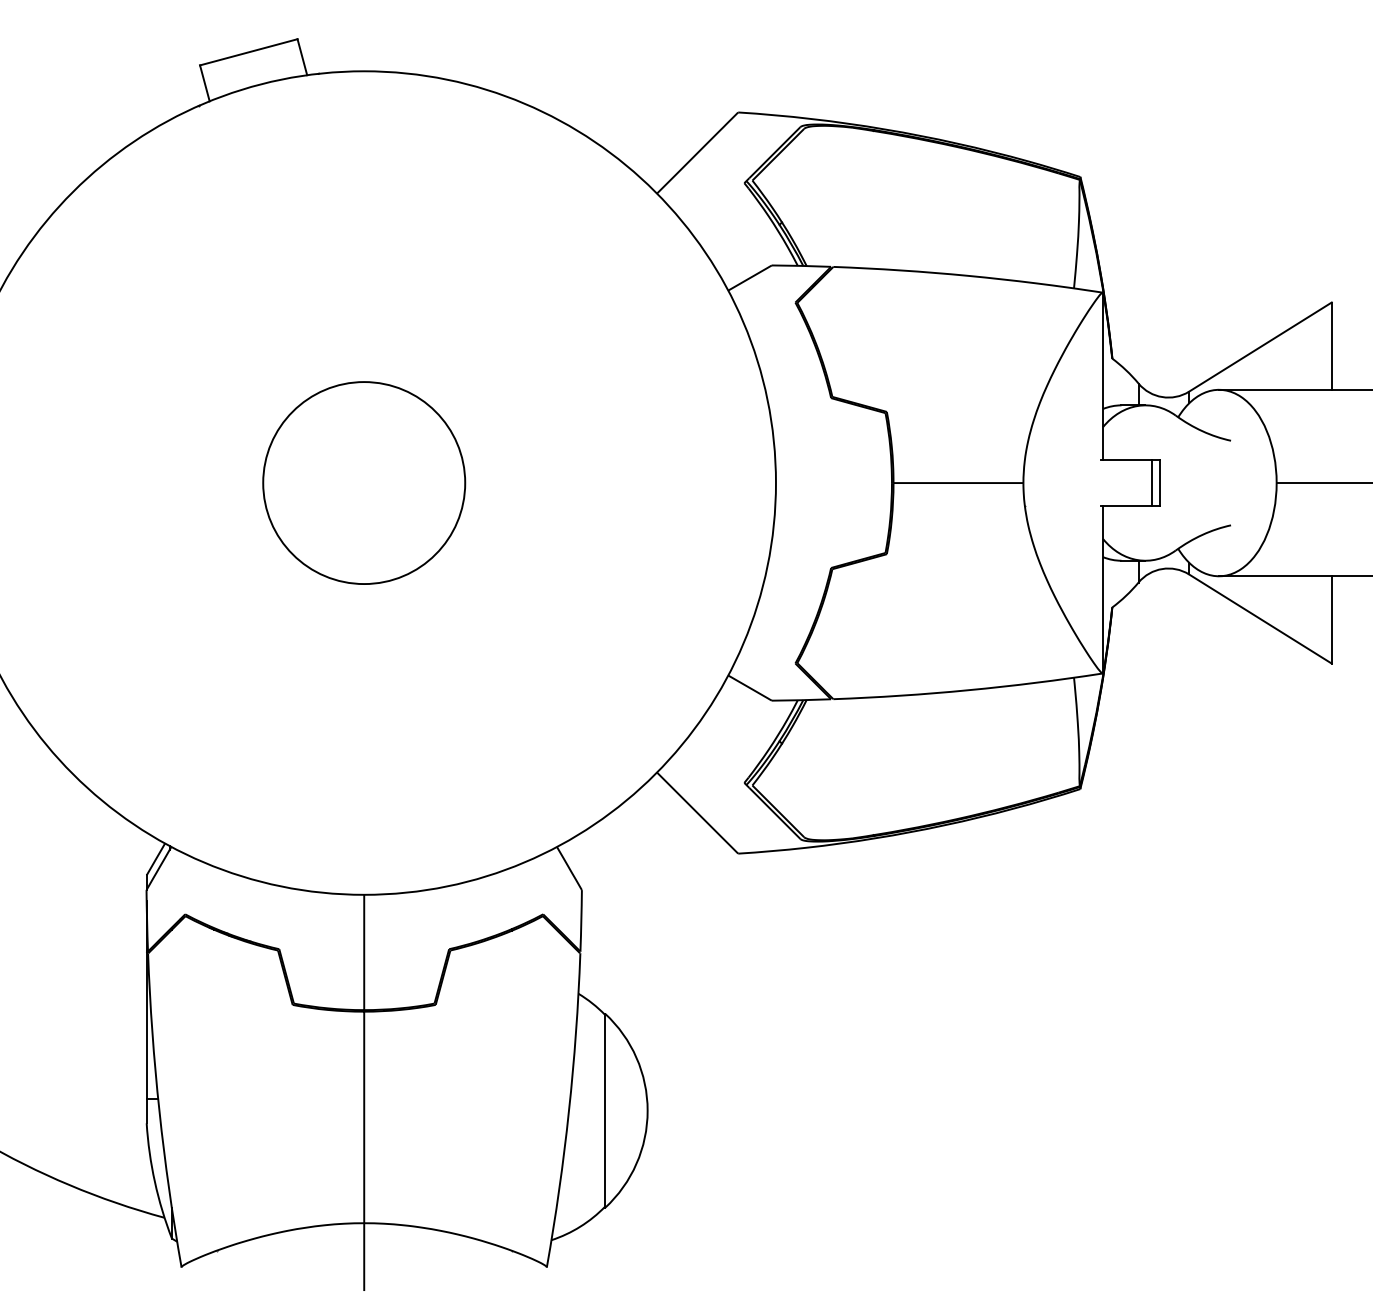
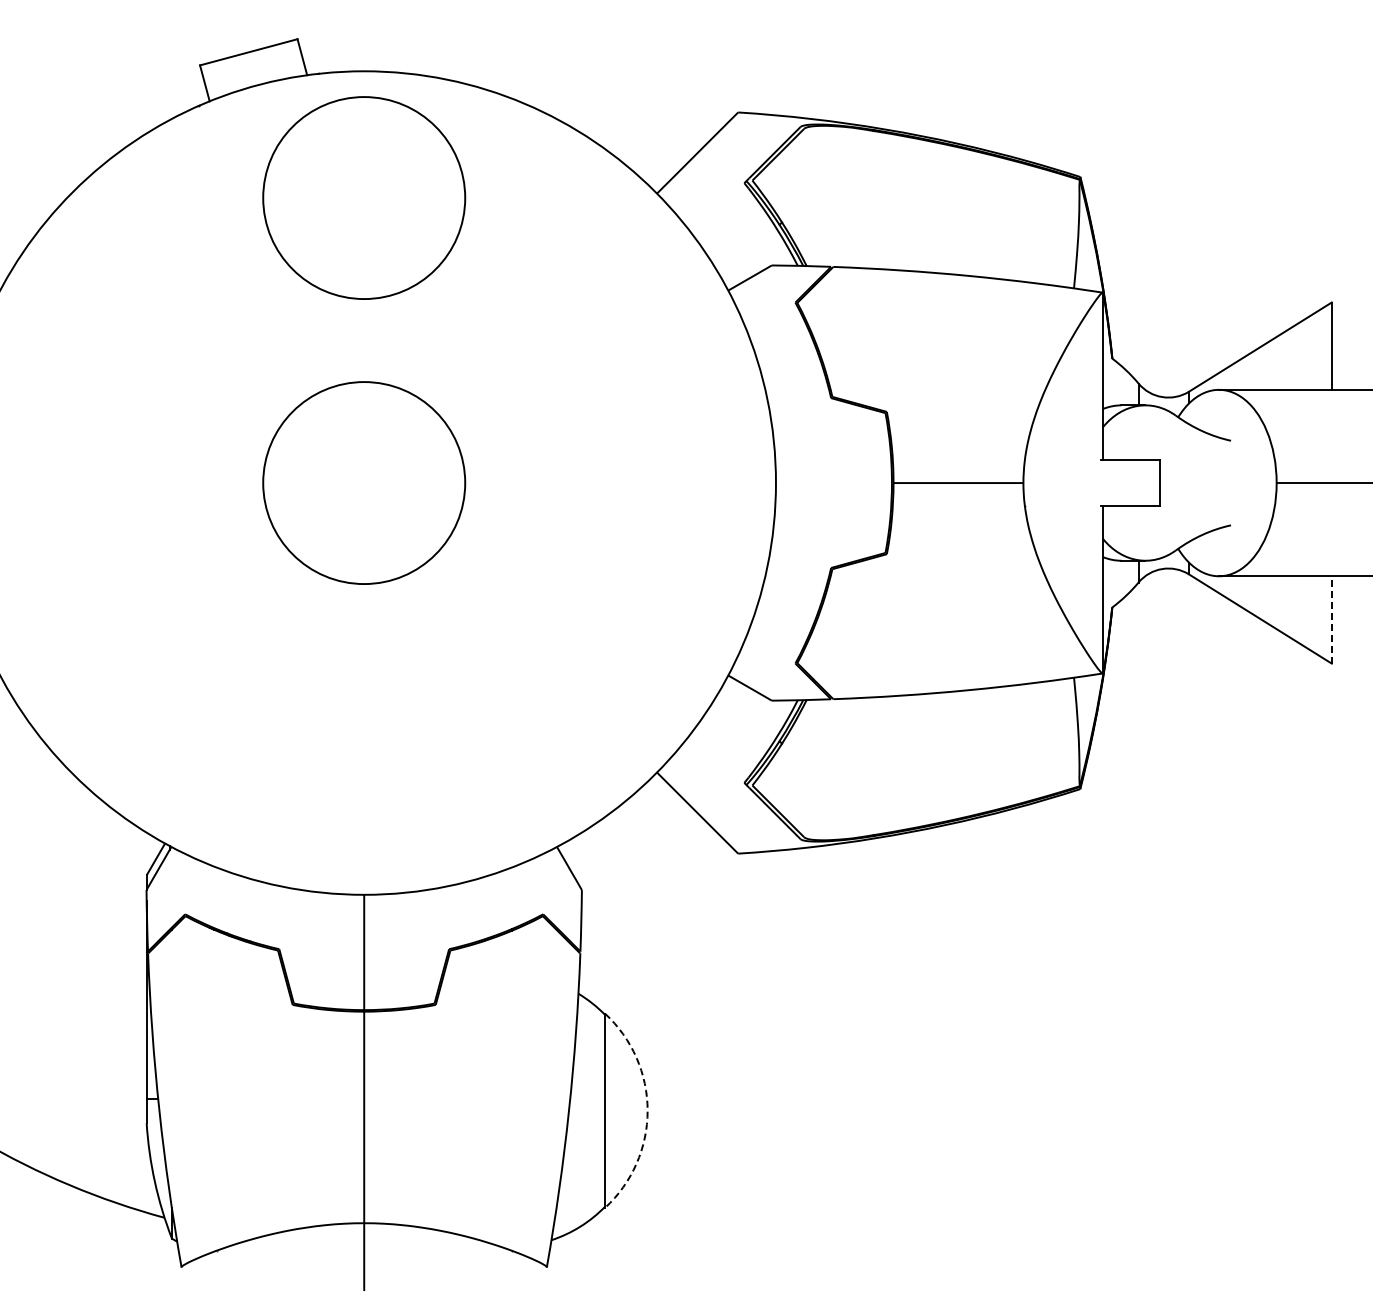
circle at (364, 197): none -> present
line at (1151, 482): present -> none
line at (1331, 619): solid -> dashed
arc at (647, 1110): solid -> dashed
